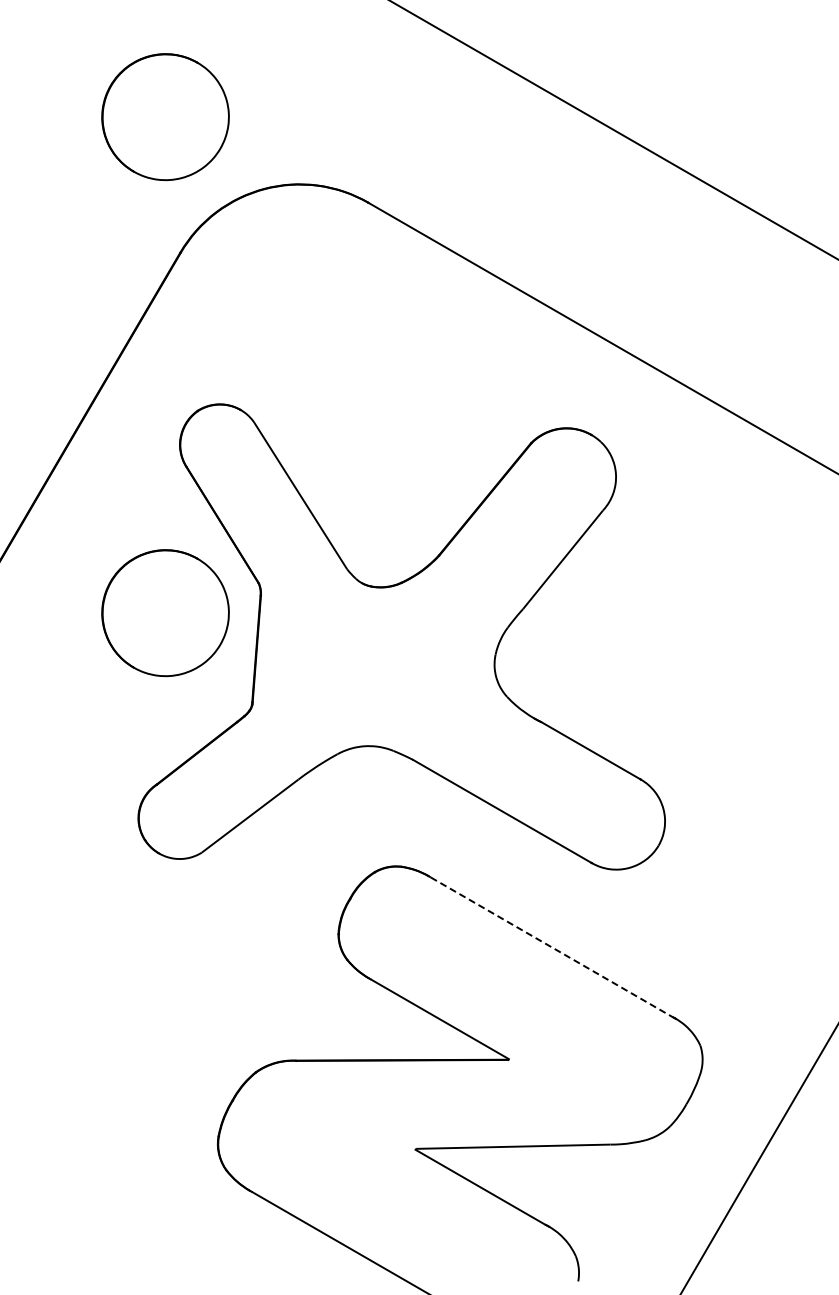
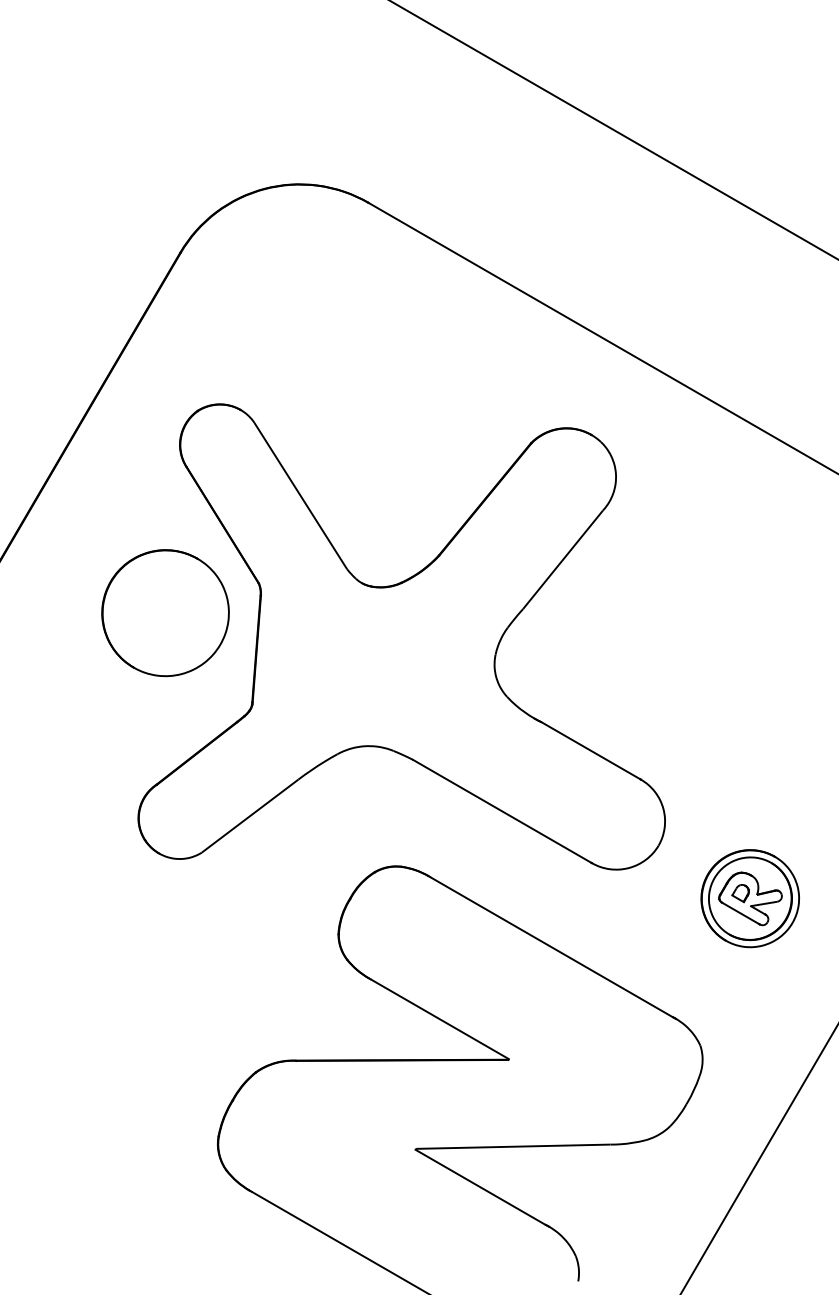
part at (165, 117): present -> none
part at (749, 898): none -> present
line at (551, 947): dashed -> solid
